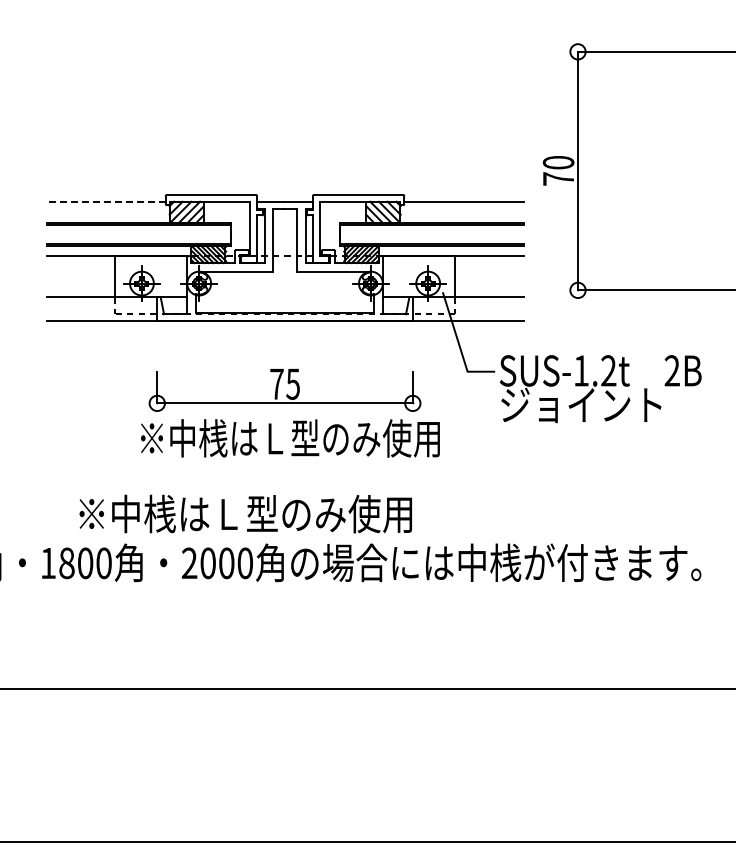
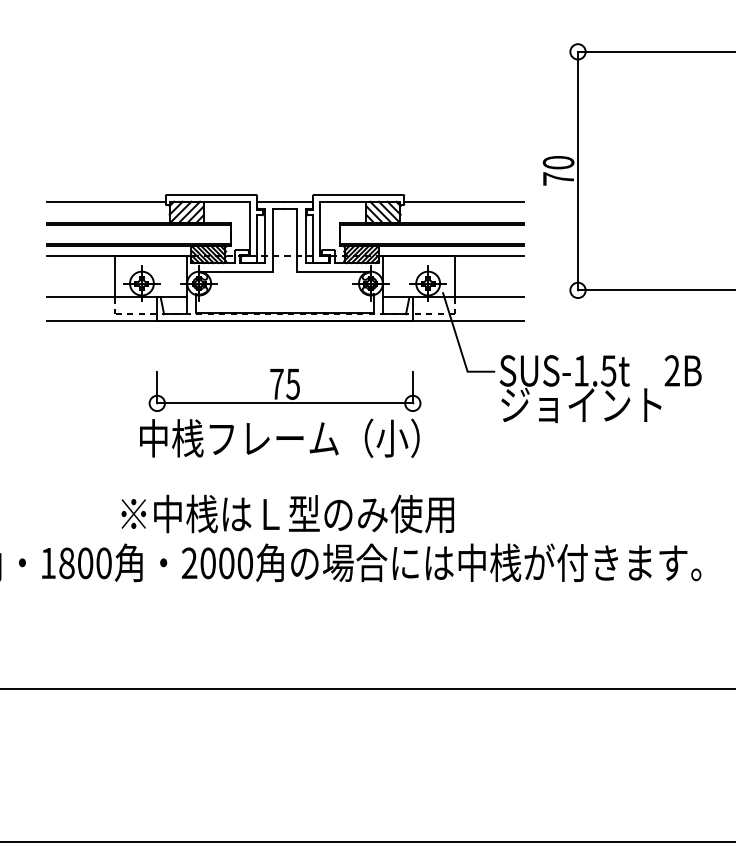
line at (106, 201): dashed -> solid
text at (608, 370): SUS-1.2t -> SUS-1.5t
text at (289, 437): ※中桟はＬ型のみ使用 -> 中桟フレーム（小）
text at (245, 513) position: (245, 513) -> (287, 513)
